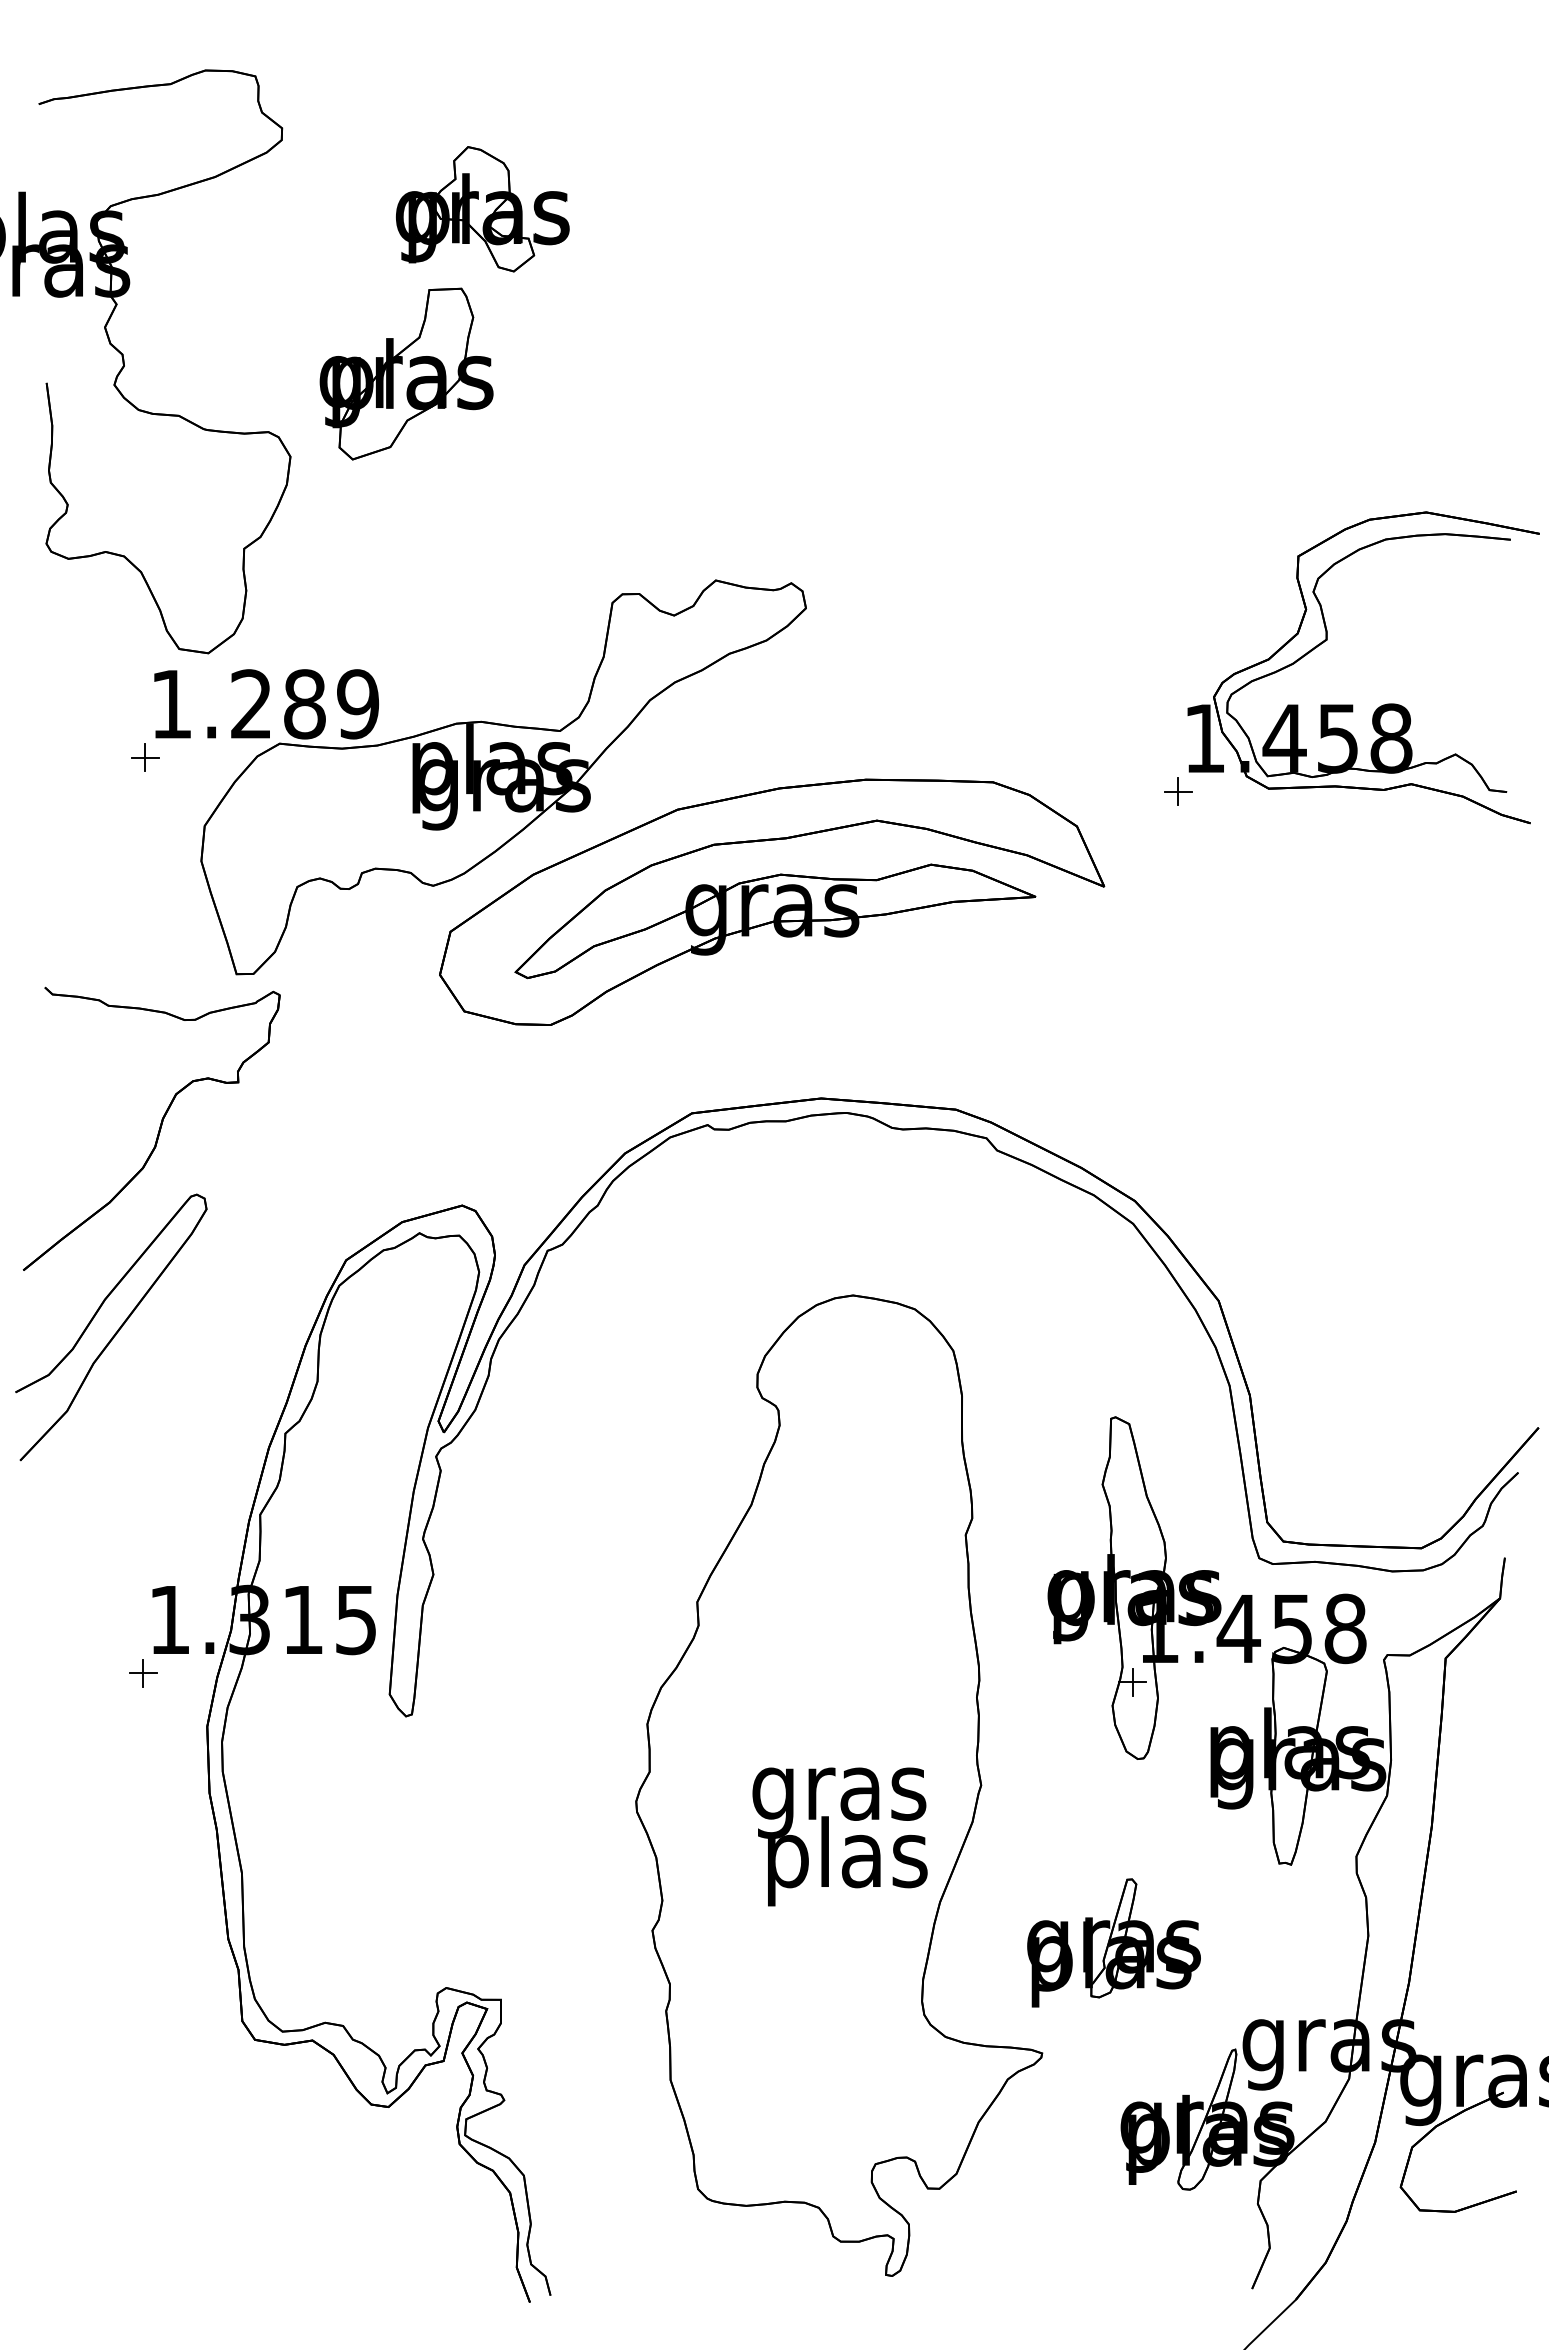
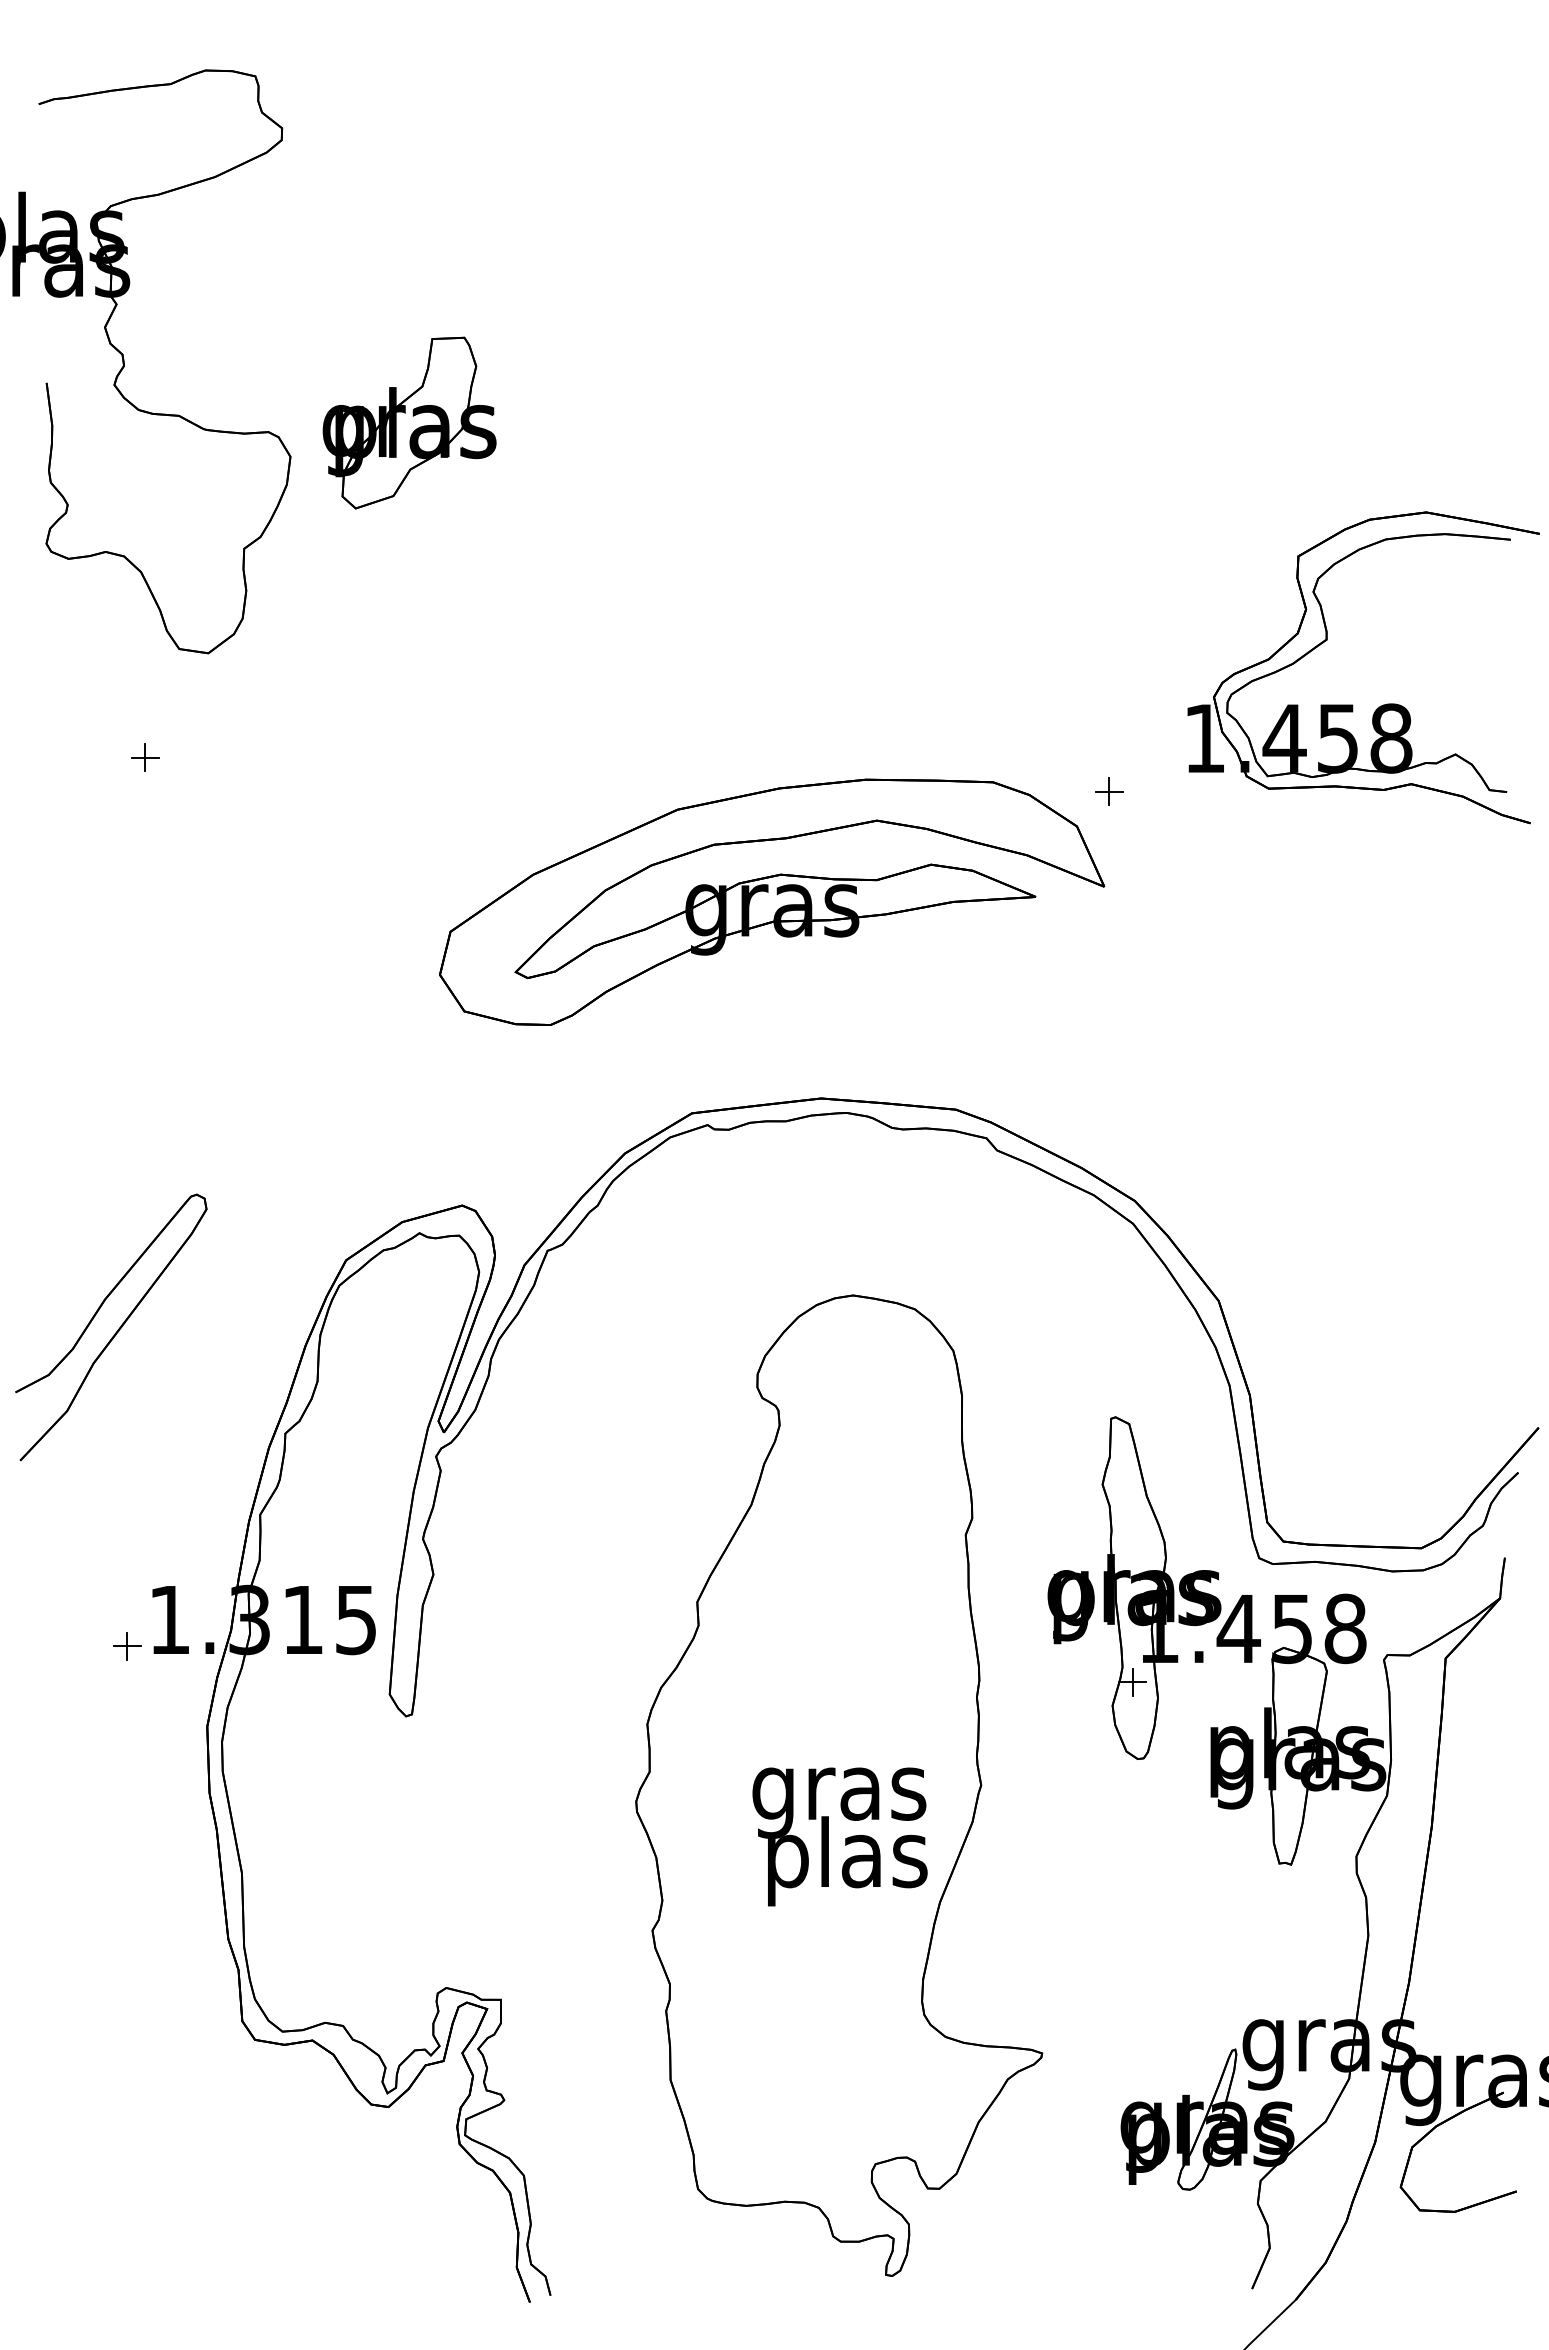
part at (482, 209): present -> none
part at (406, 373) position: (406, 373) -> (409, 422)
part at (480, 777): present -> none
part at (1178, 791) position: (1178, 791) -> (1109, 791)
part at (158, 1130): present -> none
part at (143, 1673) position: (143, 1673) -> (127, 1646)
part at (1113, 1942): present -> none
